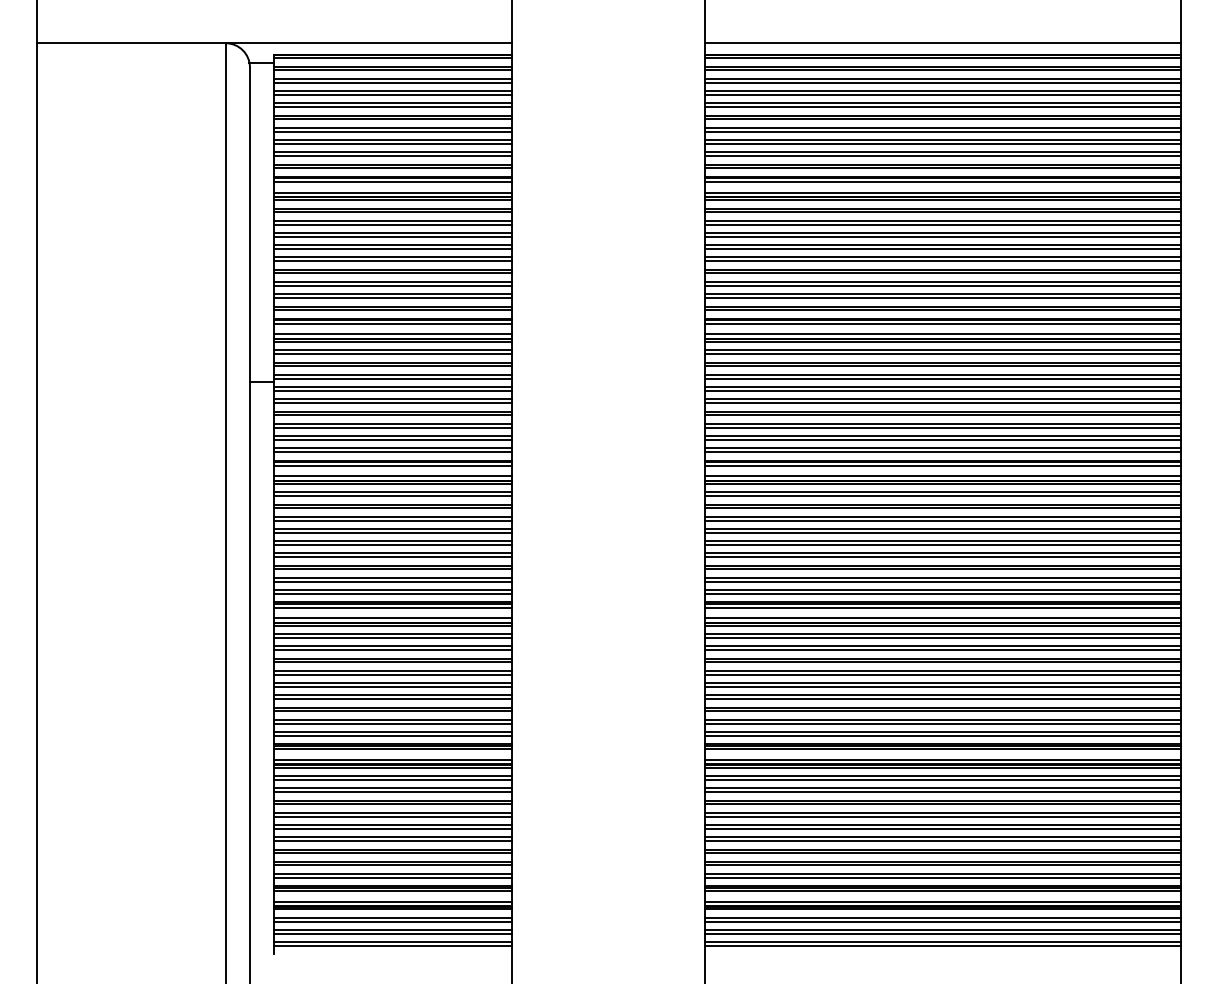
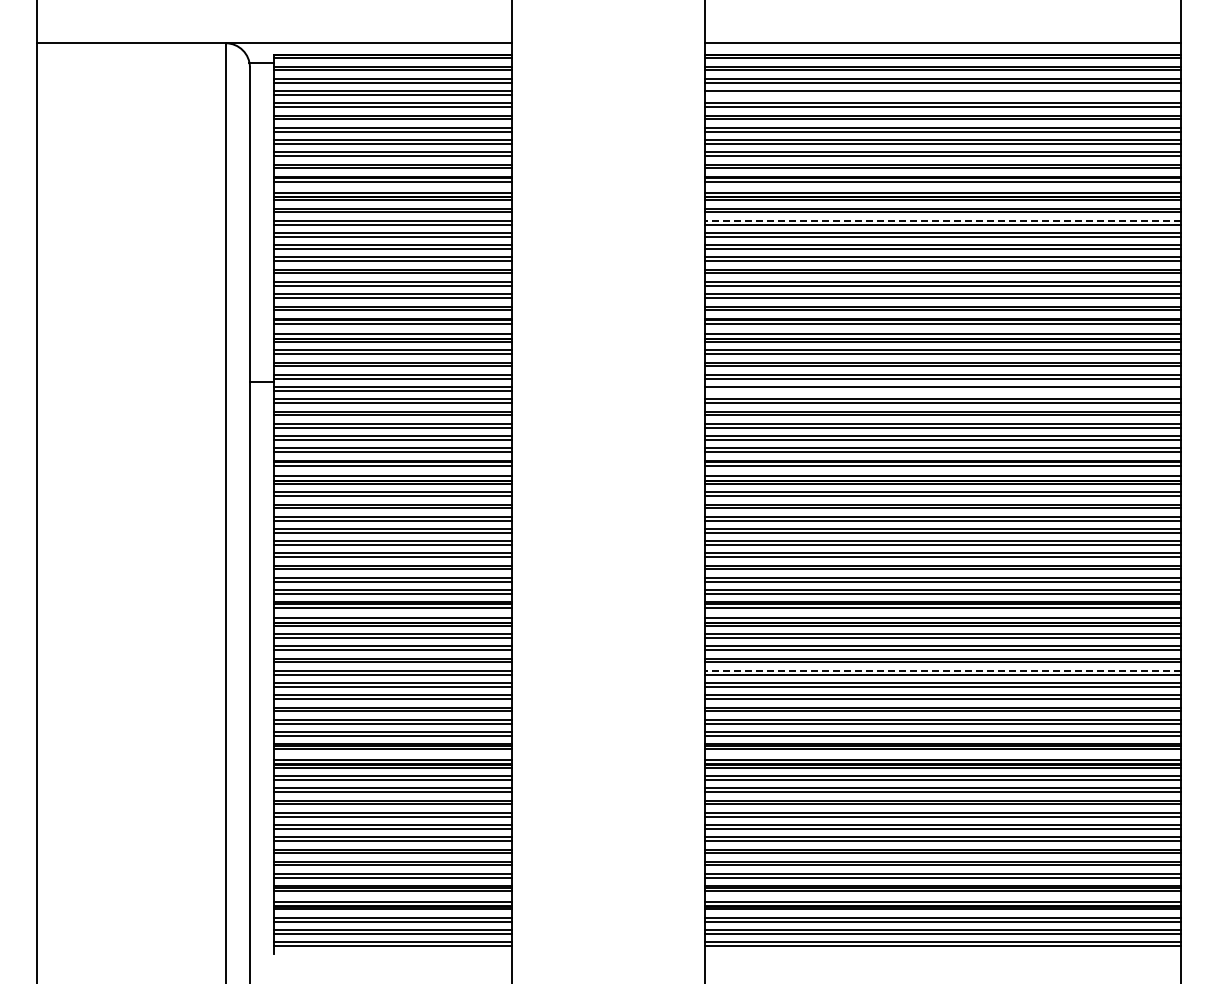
line at (942, 94): present -> none
line at (942, 220): solid -> dashed
line at (942, 390): present -> none
line at (942, 670): solid -> dashed
